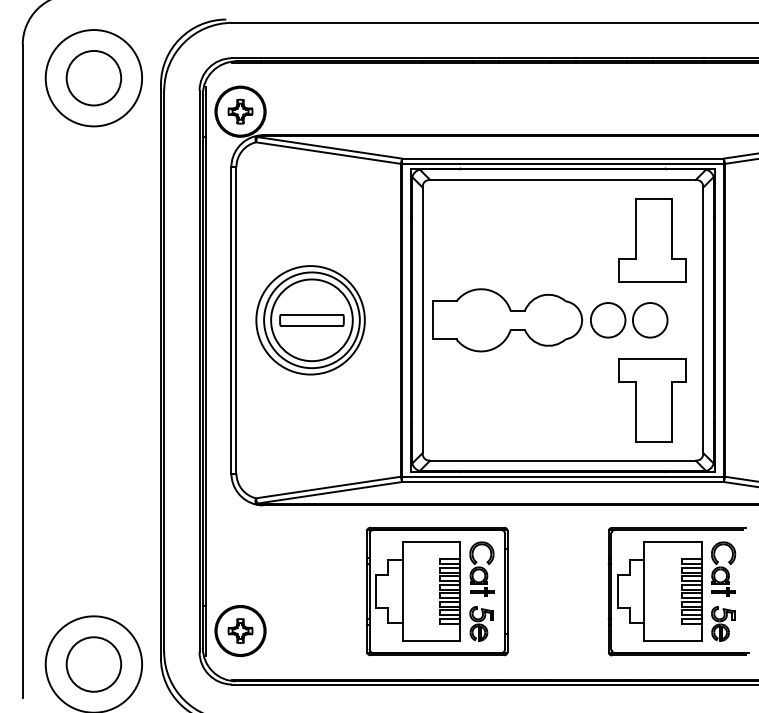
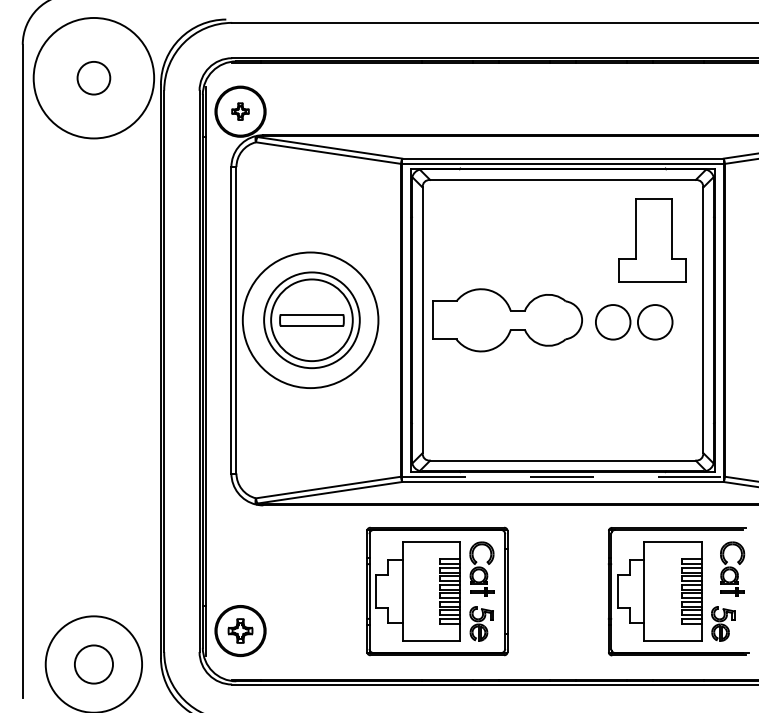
circle at (93, 77) diameter: 55 px -> 33 px
circle at (93, 78) diameter: 96 px -> 120 px
part at (240, 111) size: 27x27 px -> 19x19 px
circle at (310, 320) diameter: 109 px -> 136 px
part at (629, 320) position: (629, 320) -> (634, 322)
part at (652, 400): present -> none
line at (562, 476): solid -> dashed
part at (723, 568) position: (723, 568) -> (732, 568)
circle at (93, 664) diameter: 55 px -> 38 px
